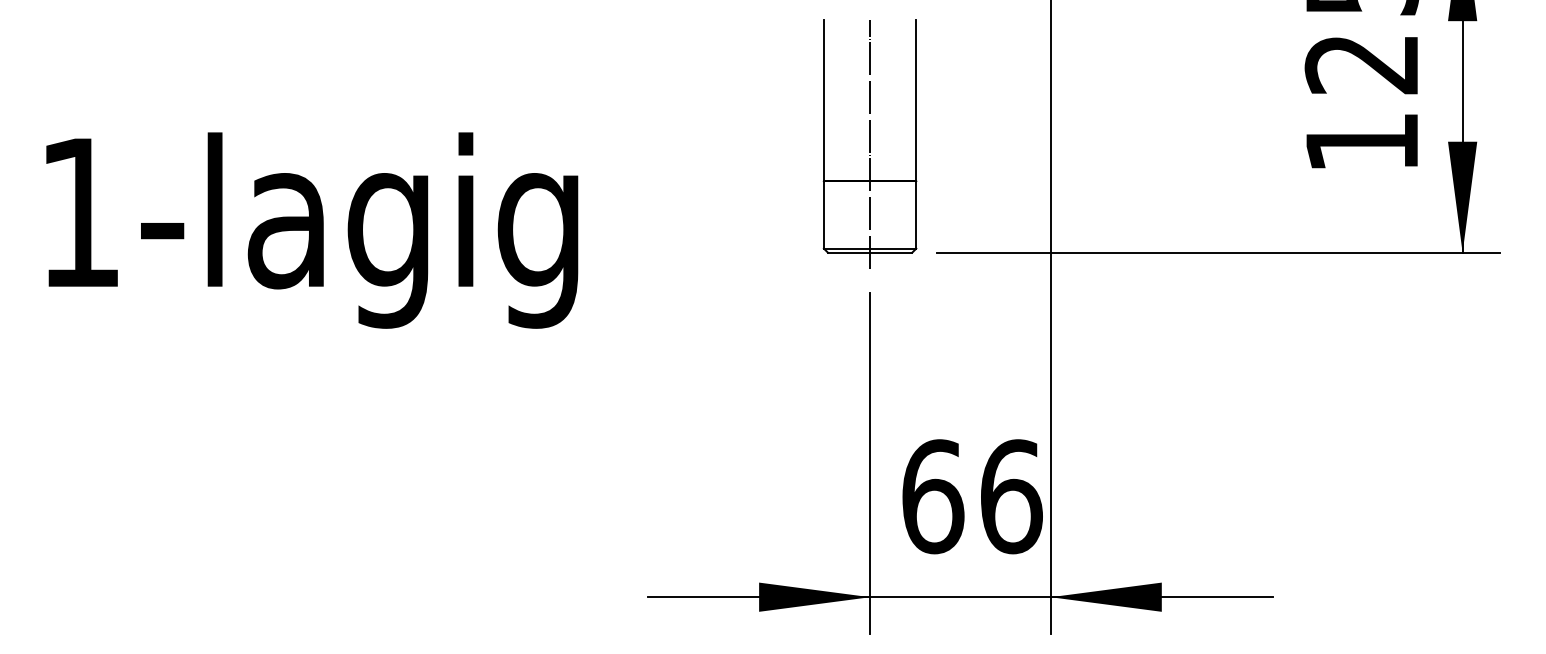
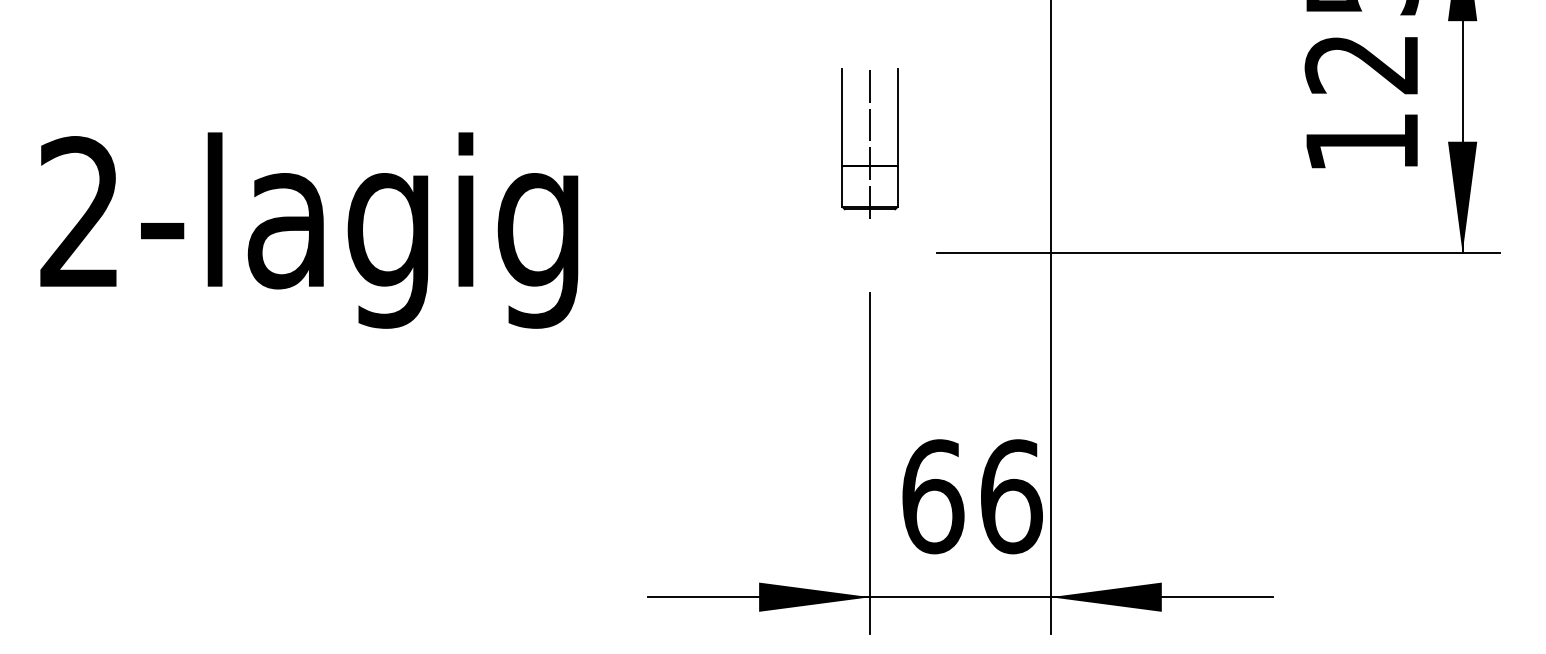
part at (869, 143) size: 96x250 px -> 58x151 px
text at (78, 211): 1-lagig -> 2-lagig
